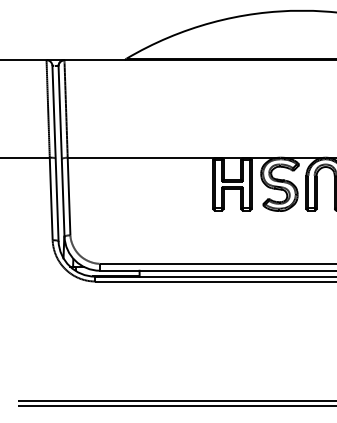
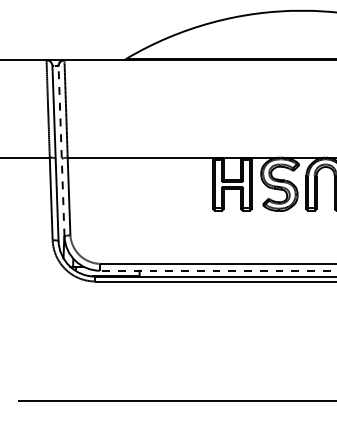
line at (61, 150): solid -> dashed
line at (217, 270): solid -> dashed
line at (167, 405): present -> none
